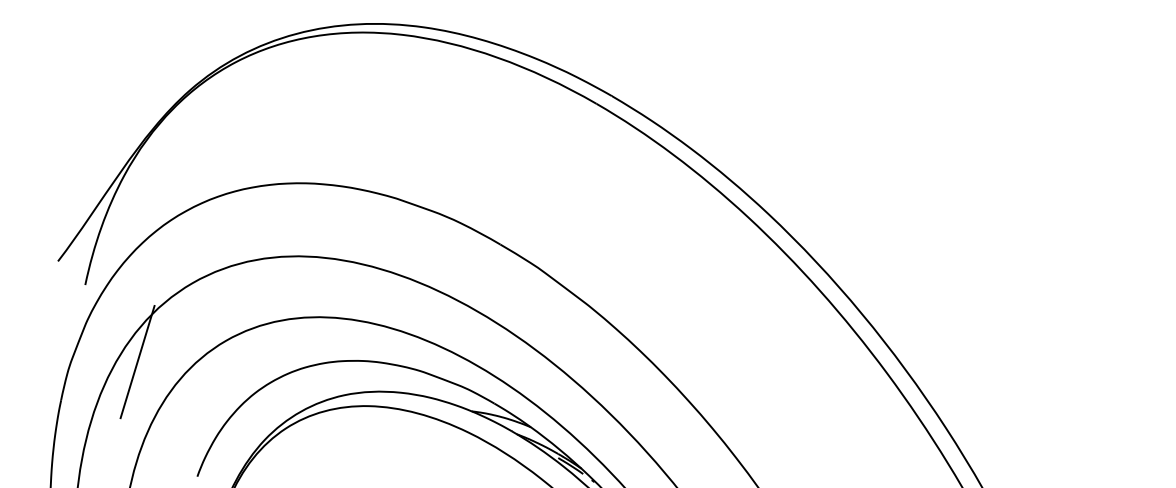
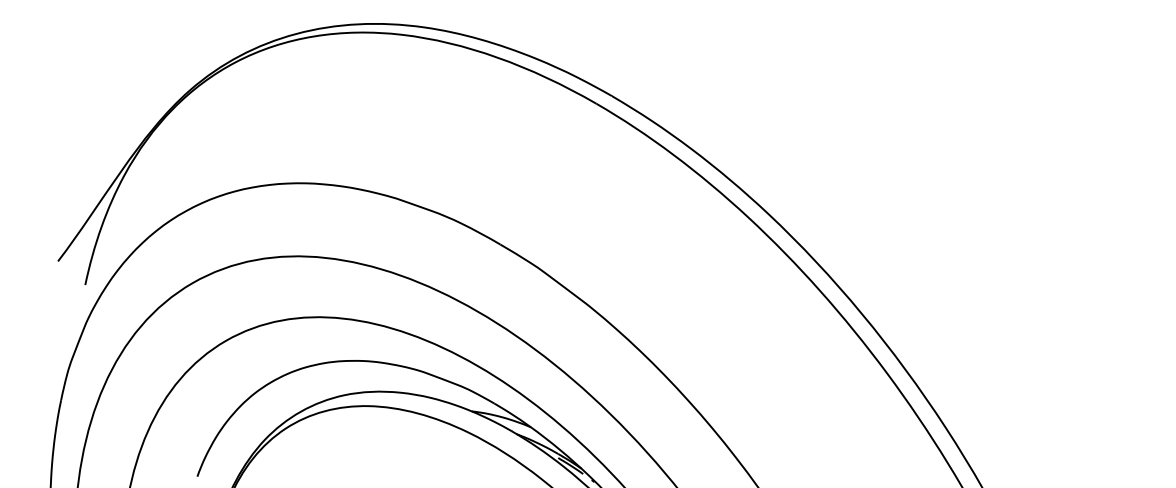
line at (137, 362): present -> none
